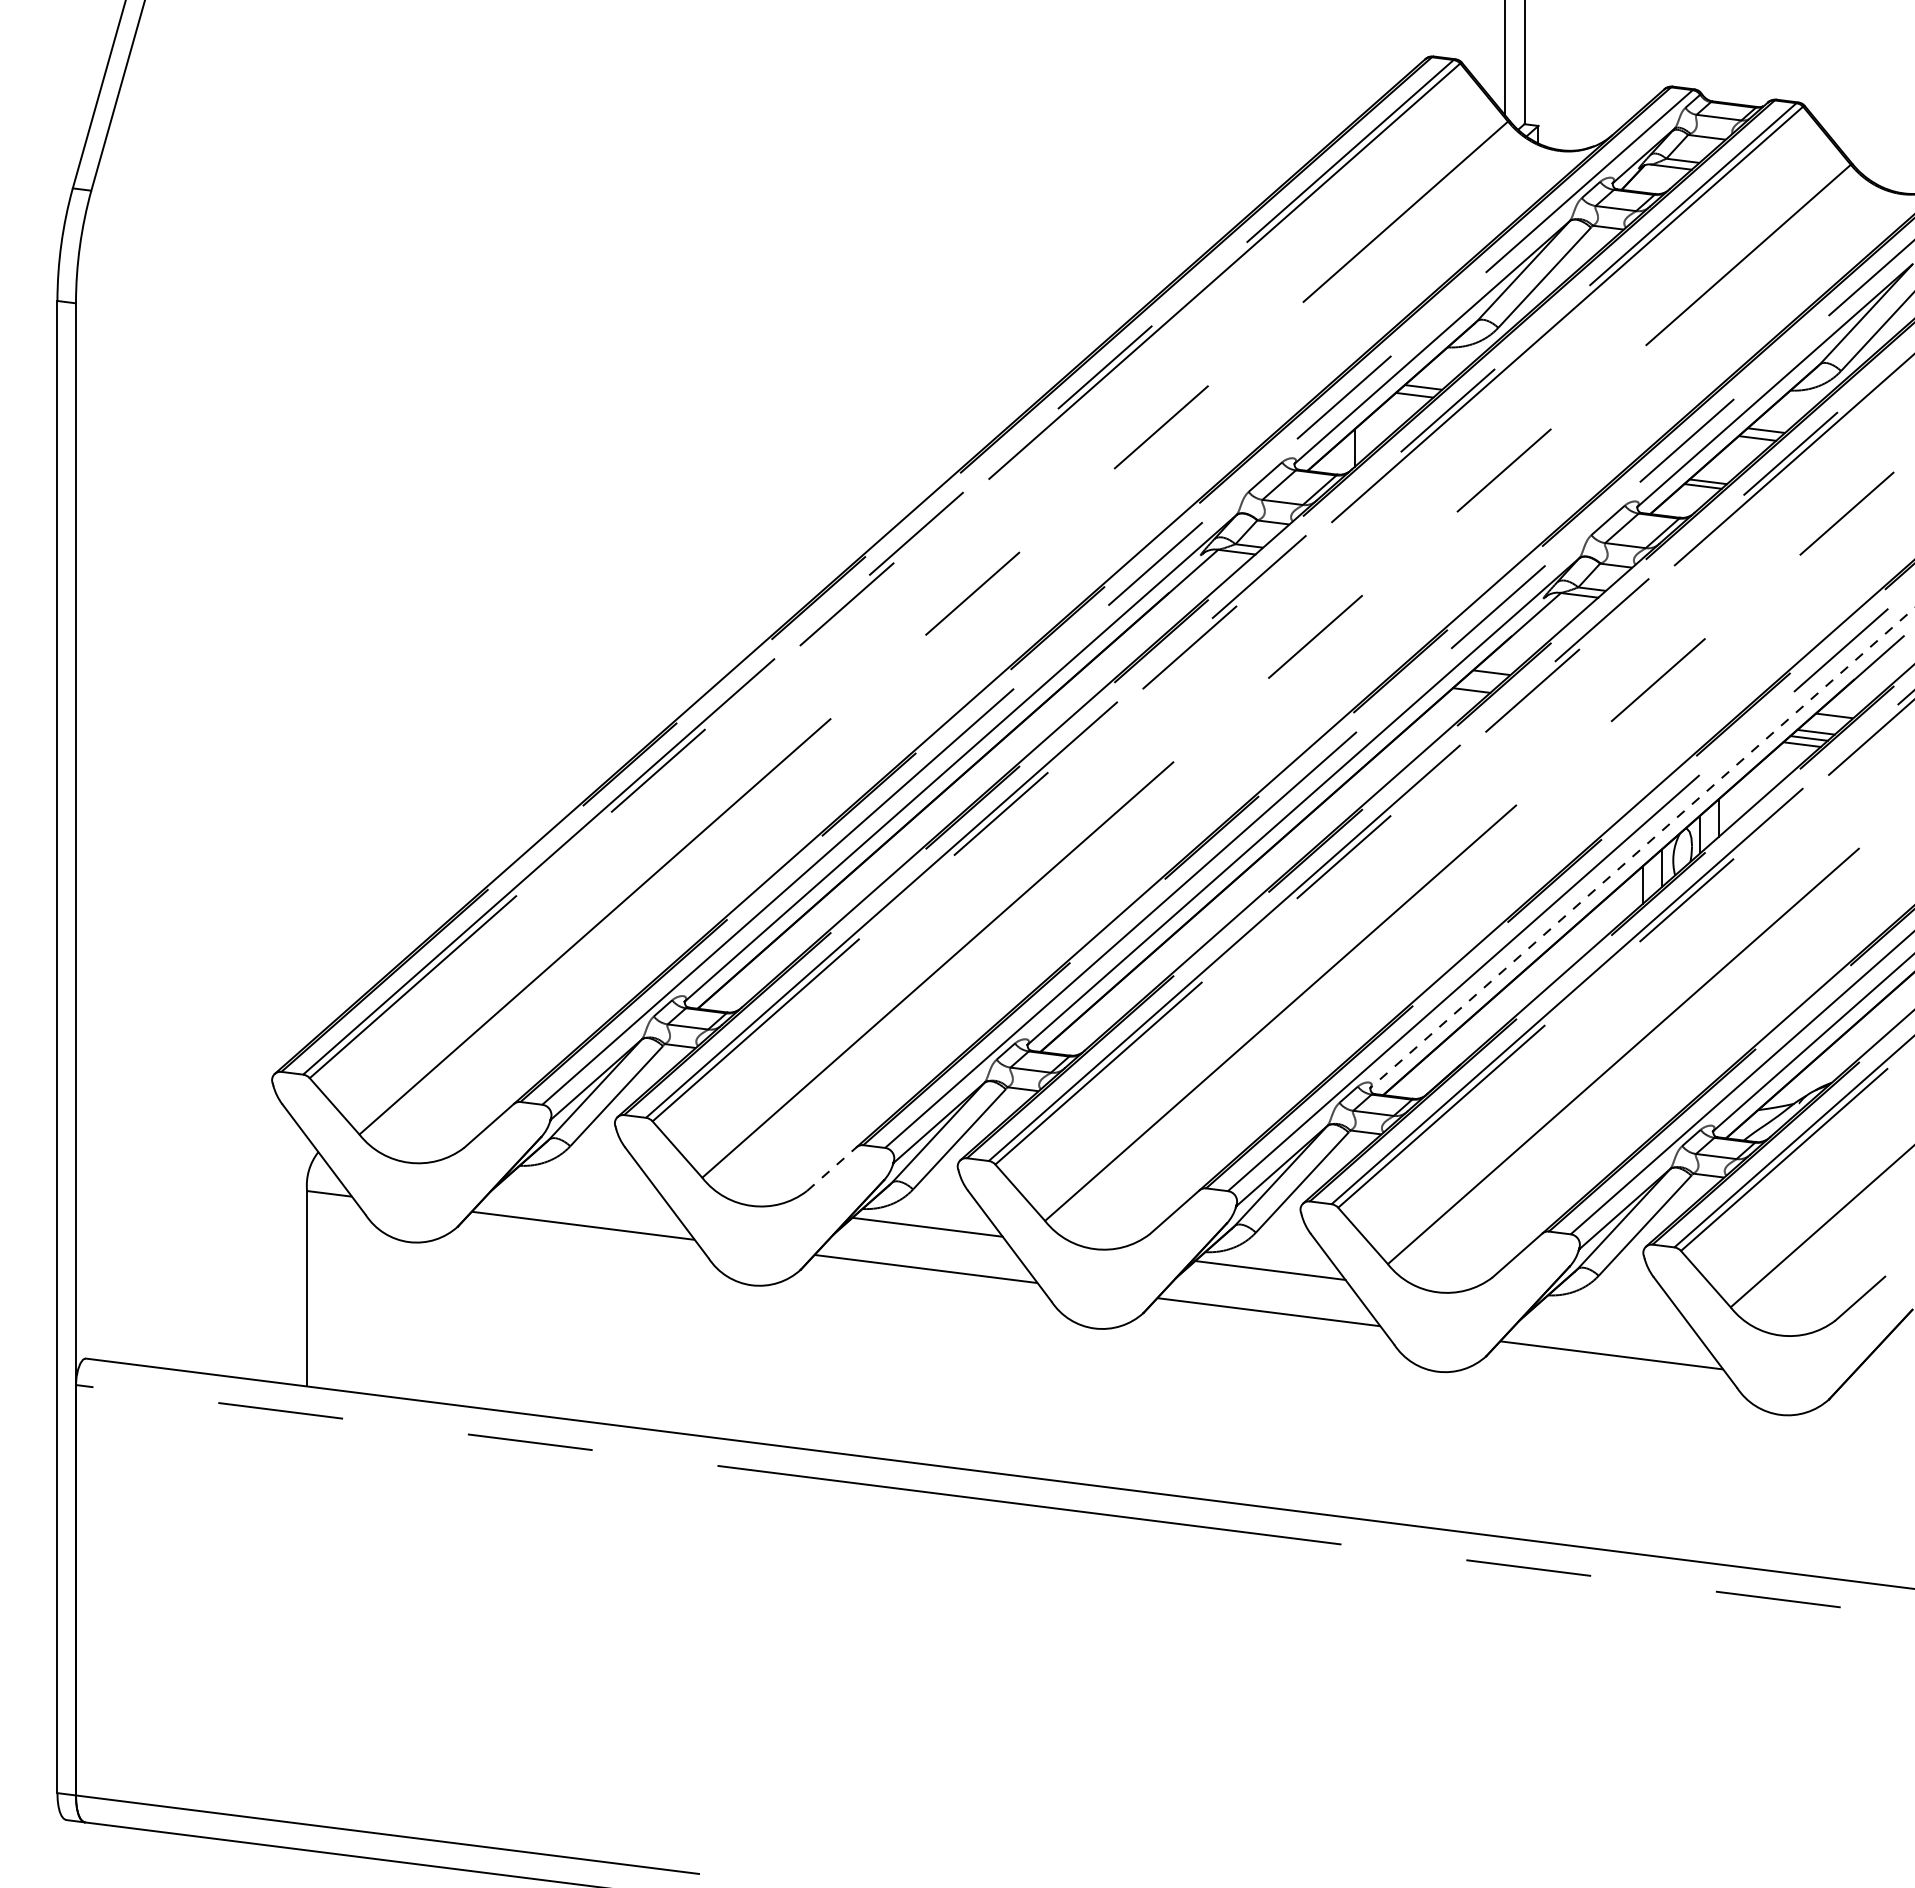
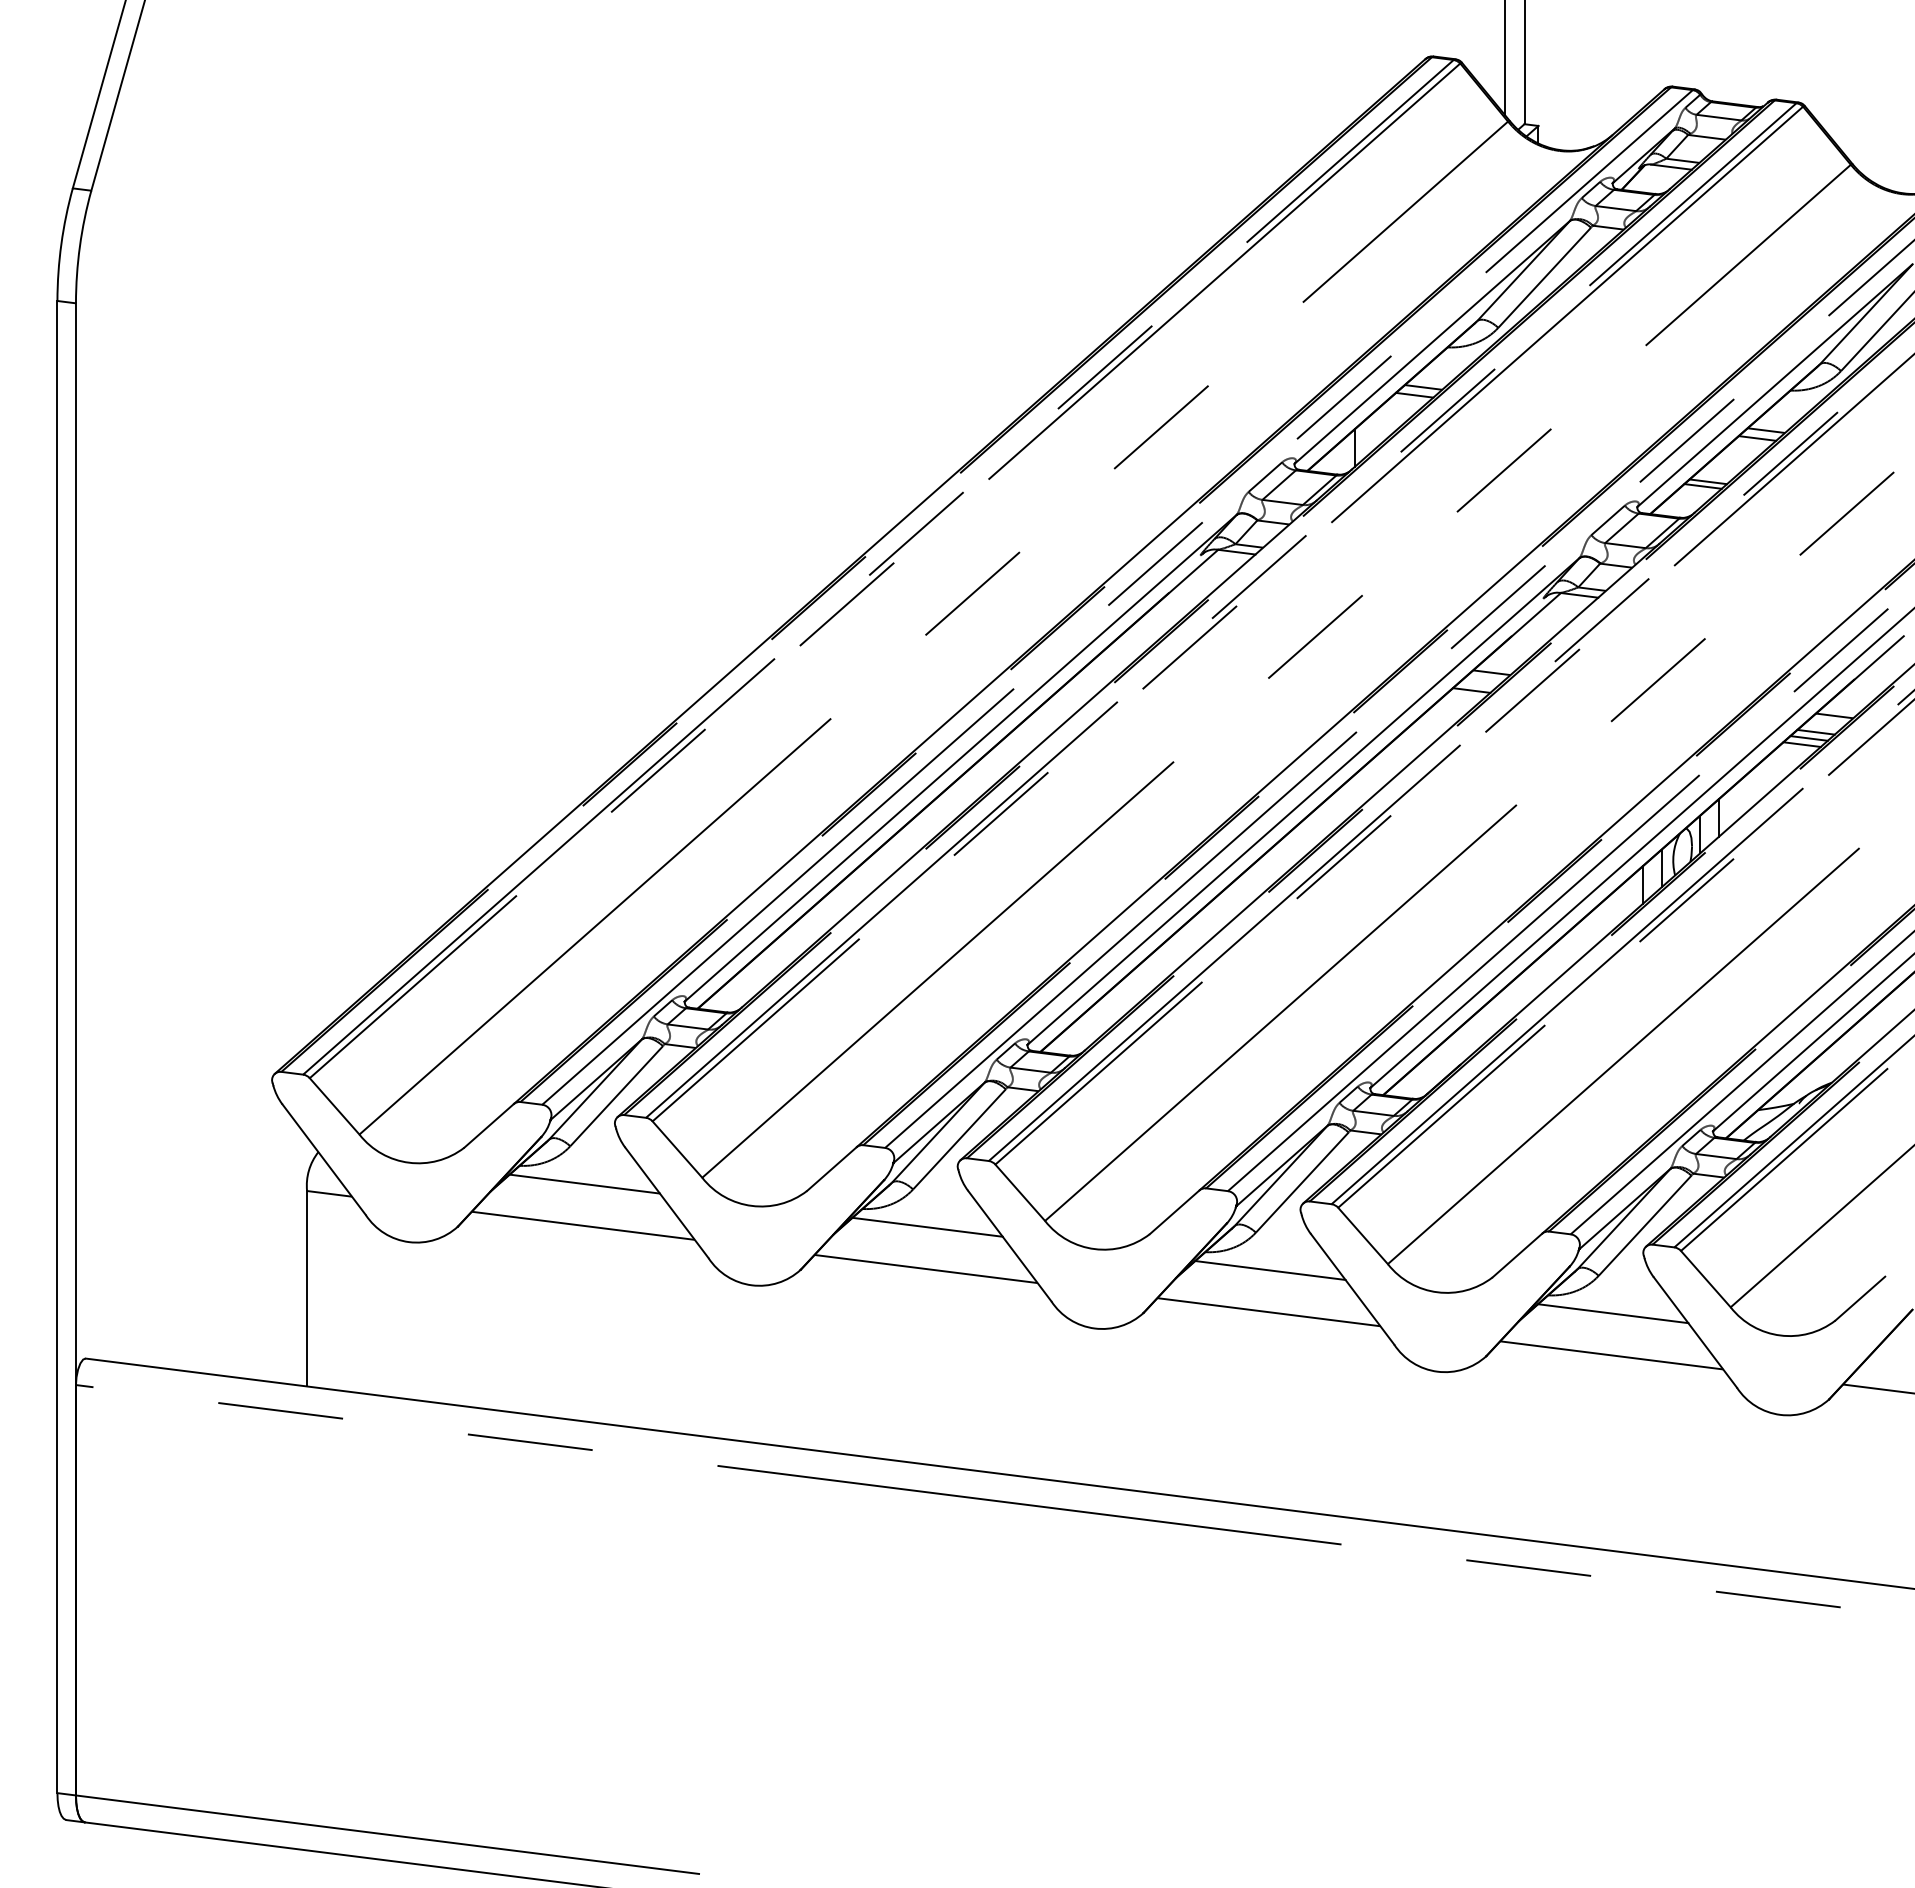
line at (1642, 848): dashed -> solid
line at (832, 1168): dashed -> solid
line at (584, 1183): none -> present
line at (1613, 1313): none -> present
line at (1876, 1388): none -> present
